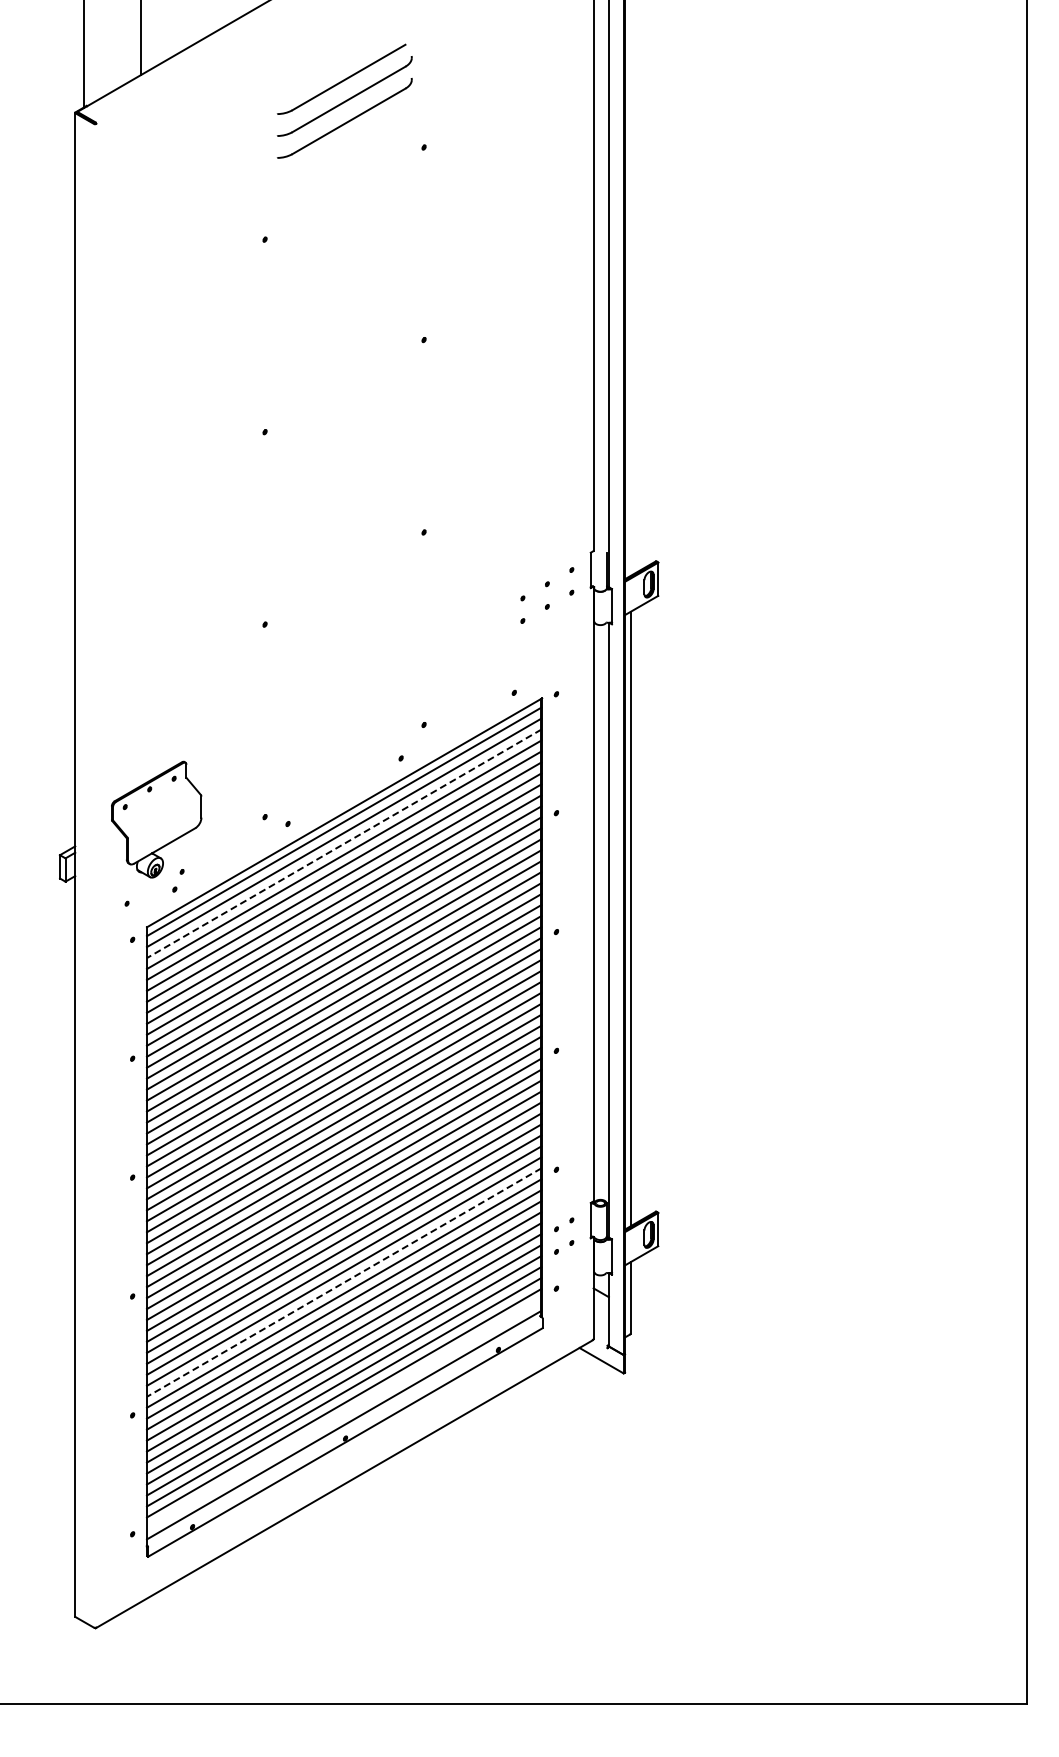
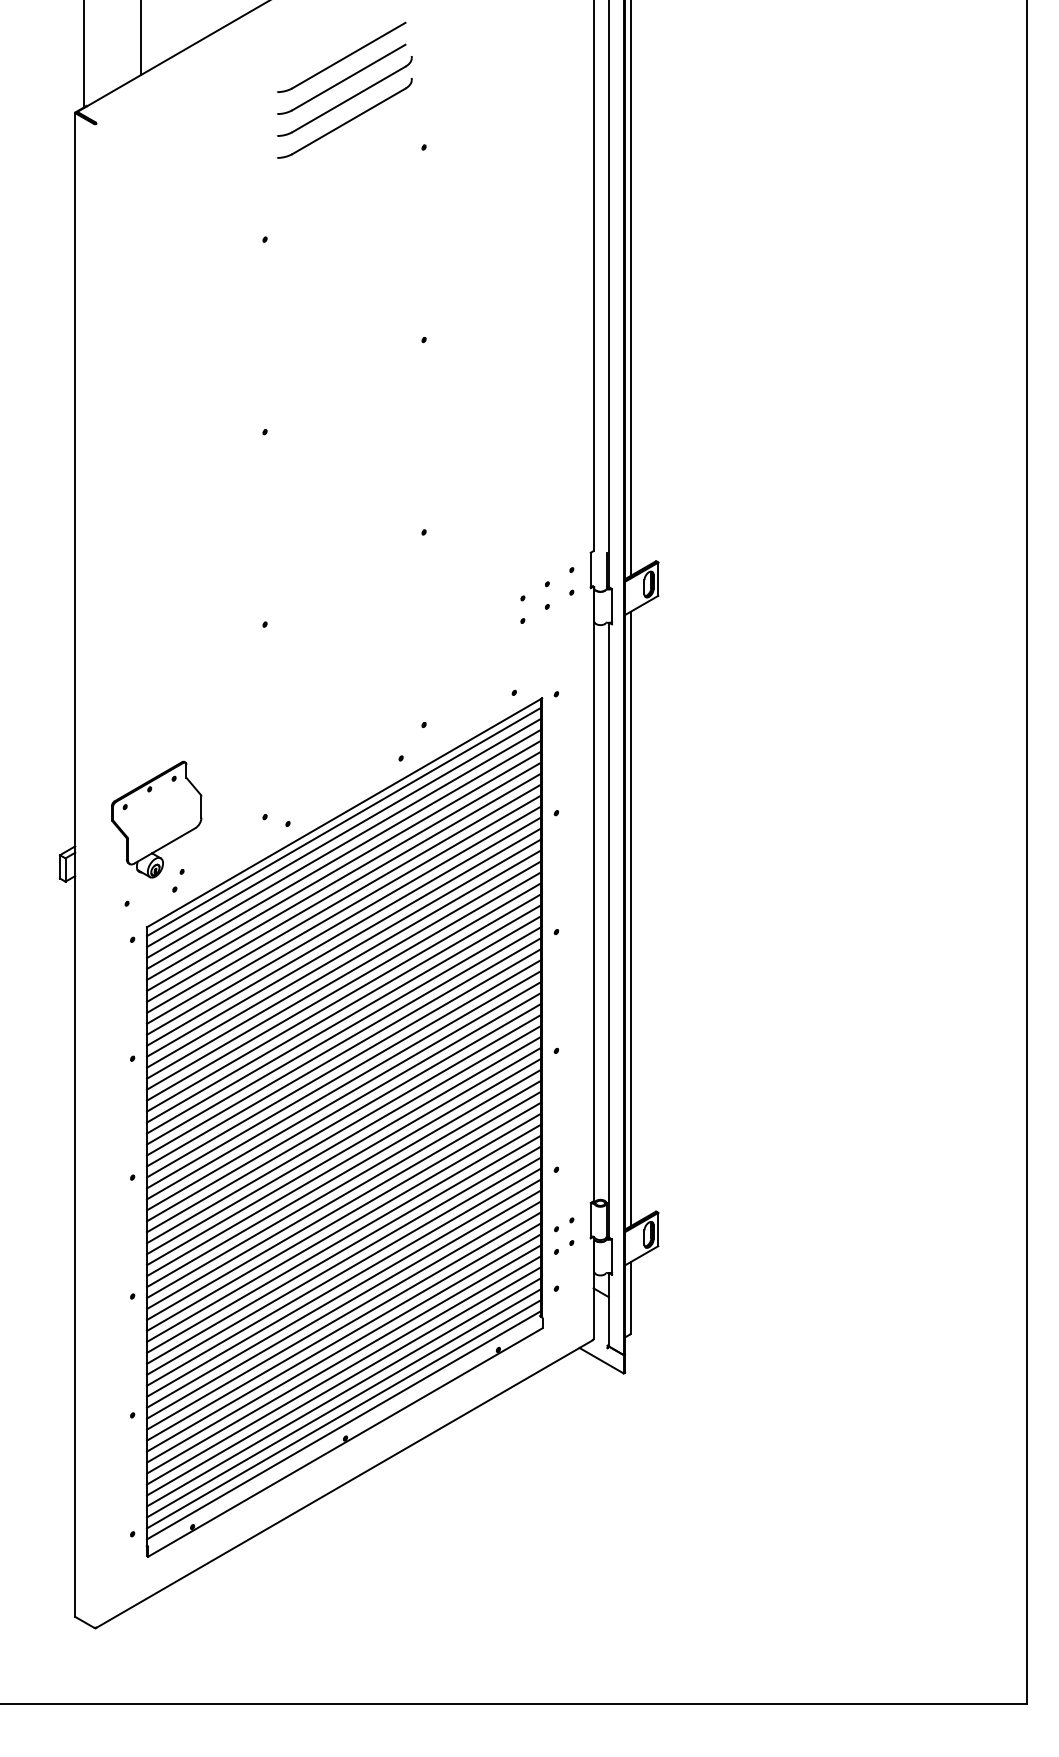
part at (341, 56): none -> present
line at (630, 288): none -> present
line at (344, 843): dashed -> solid
line at (344, 1282): dashed -> solid
line at (343, 1413): none -> present
